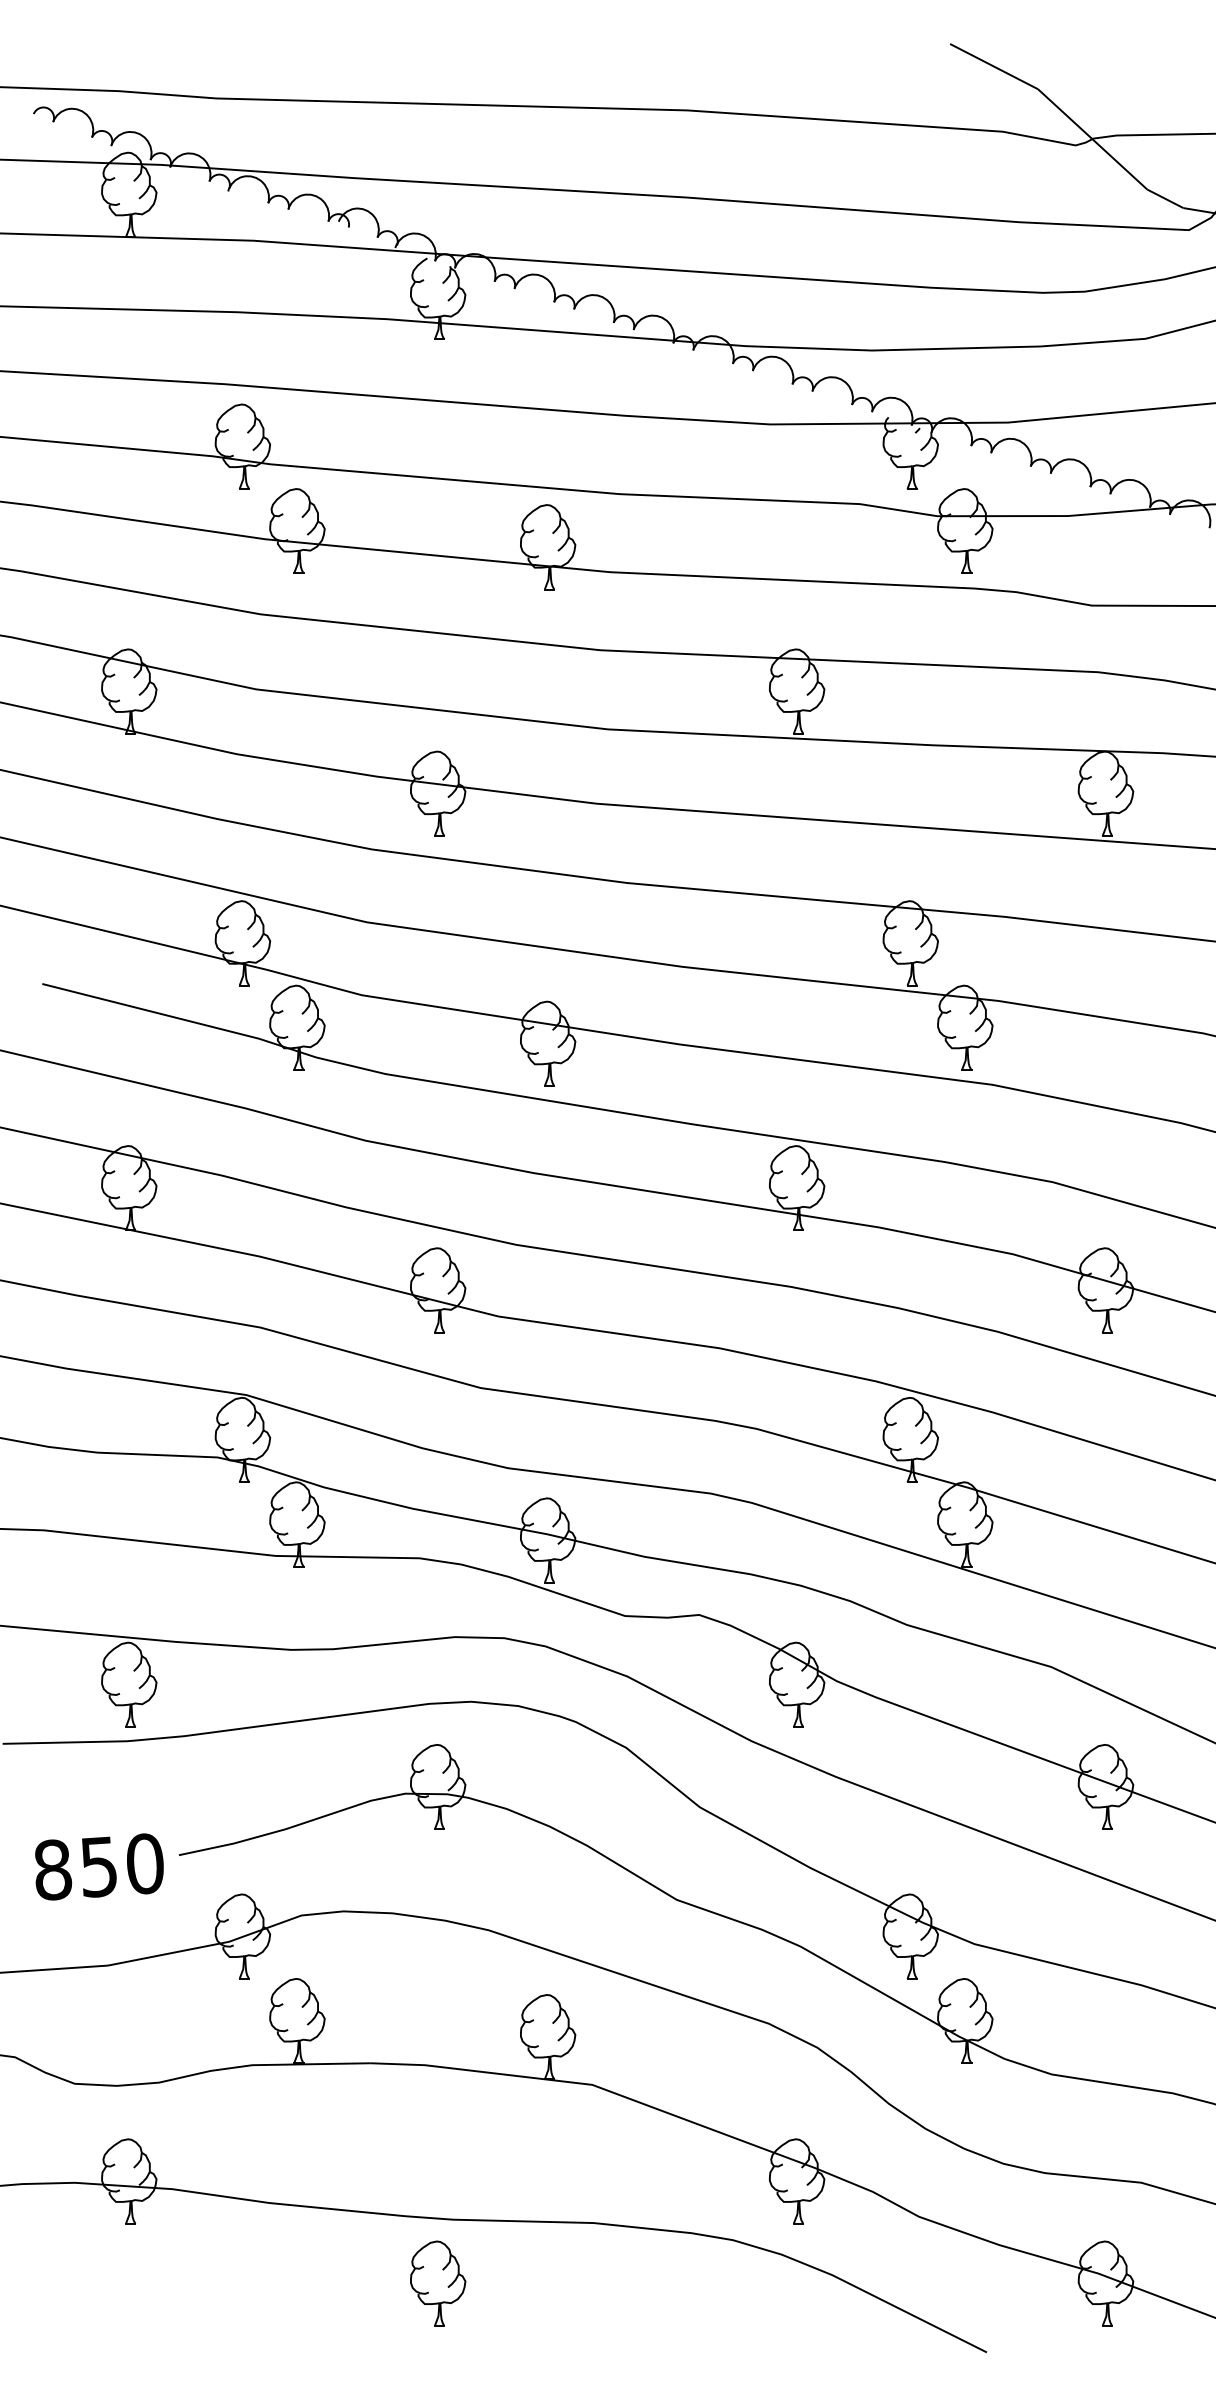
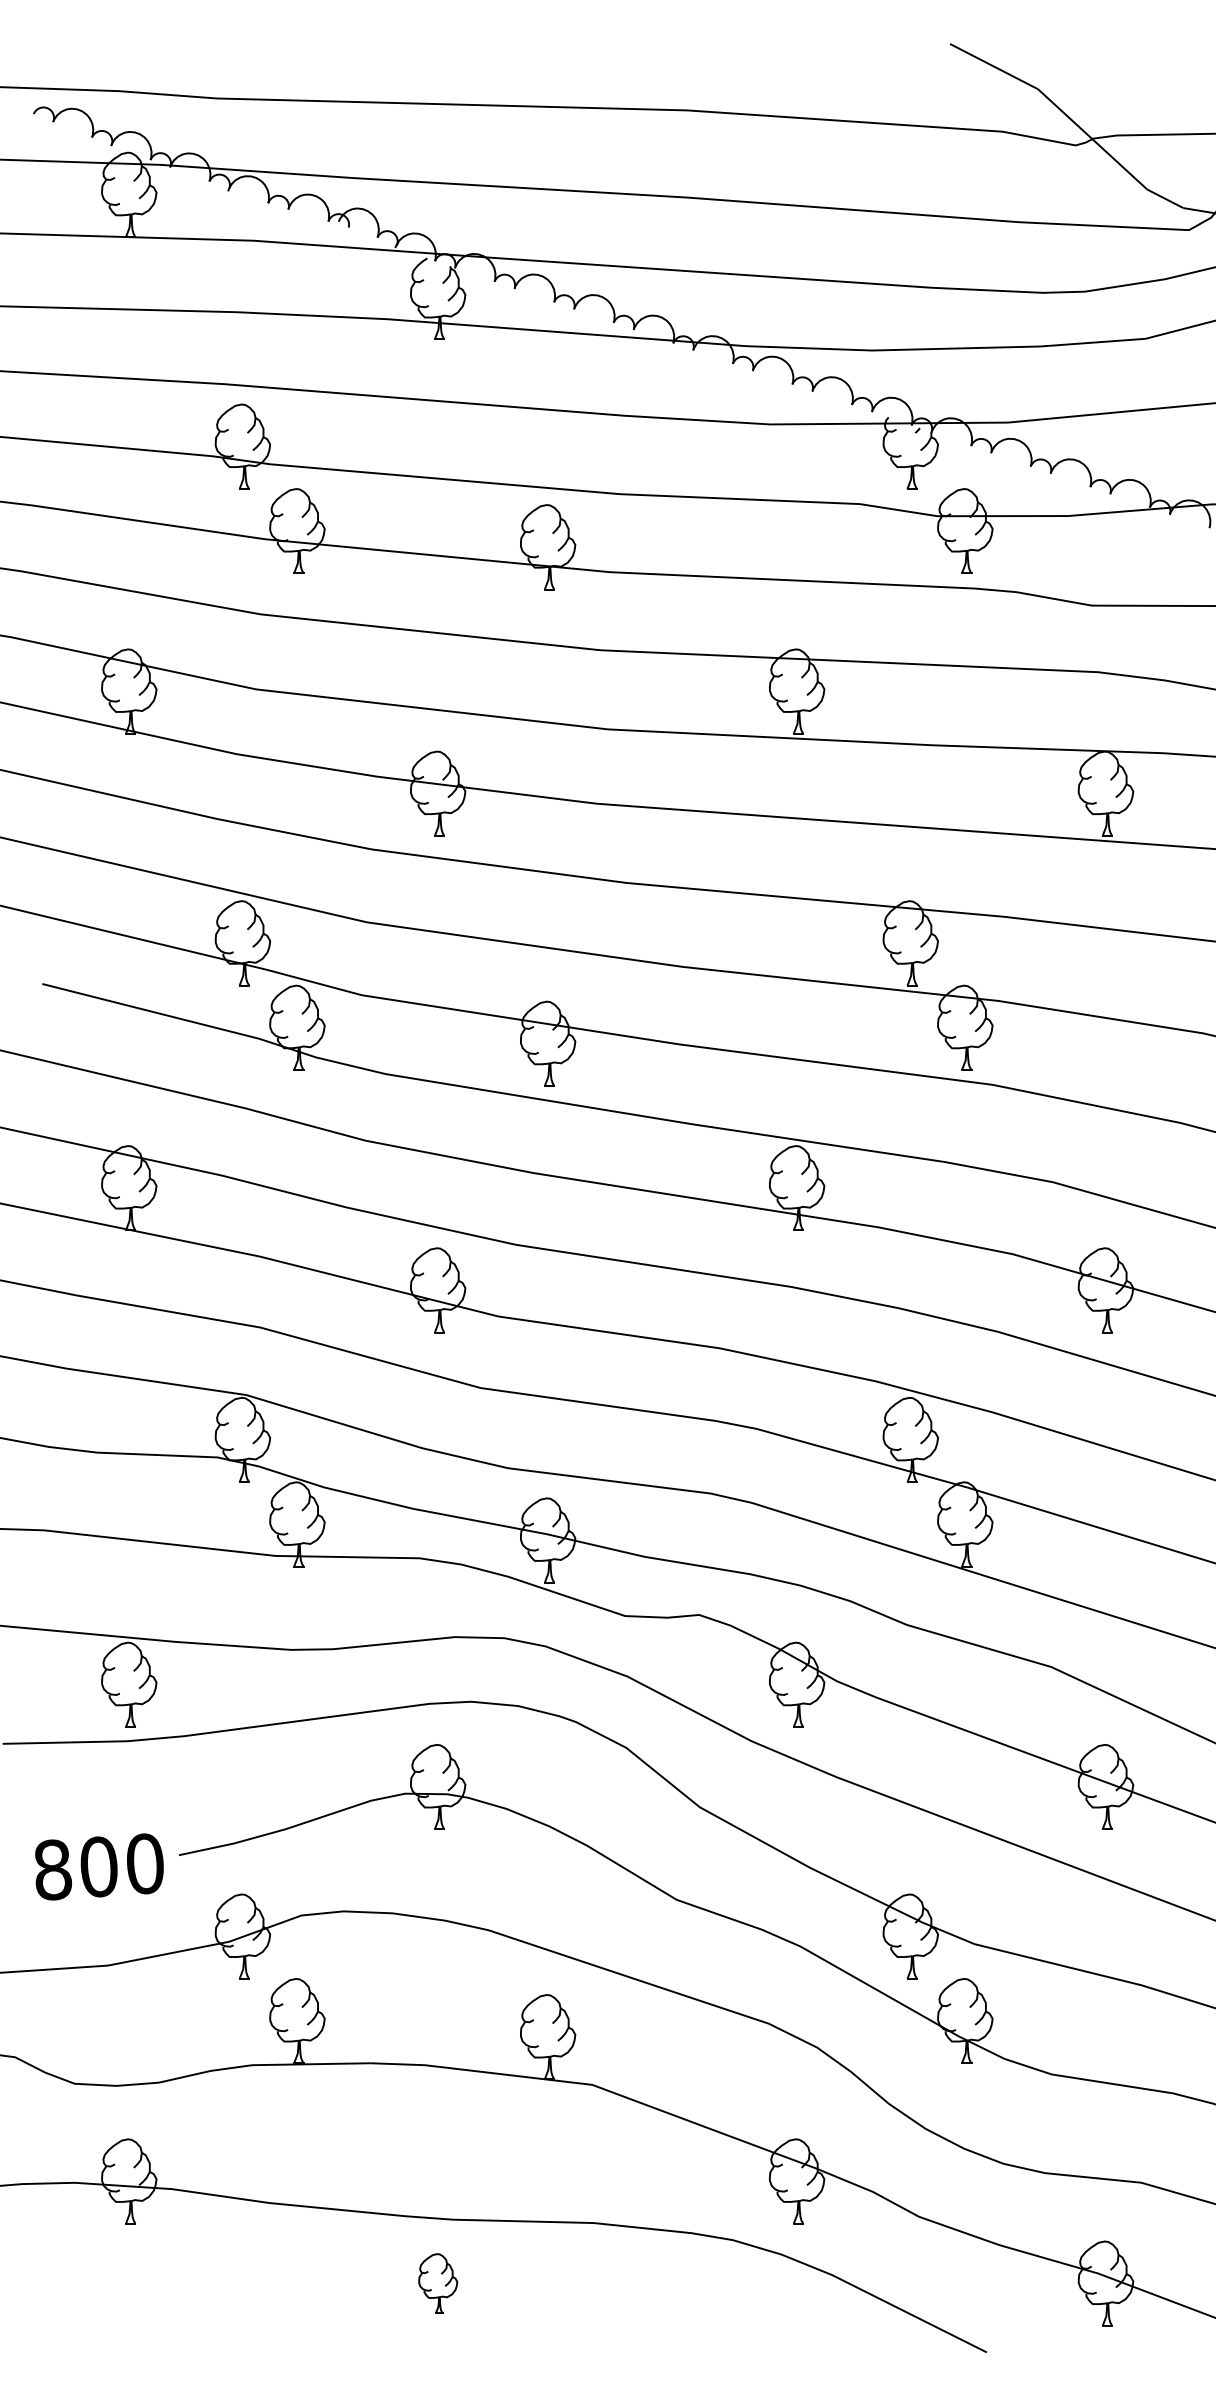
text at (98, 1866): 850 -> 800
part at (438, 2283) size: 57x87 px -> 41x61 px
